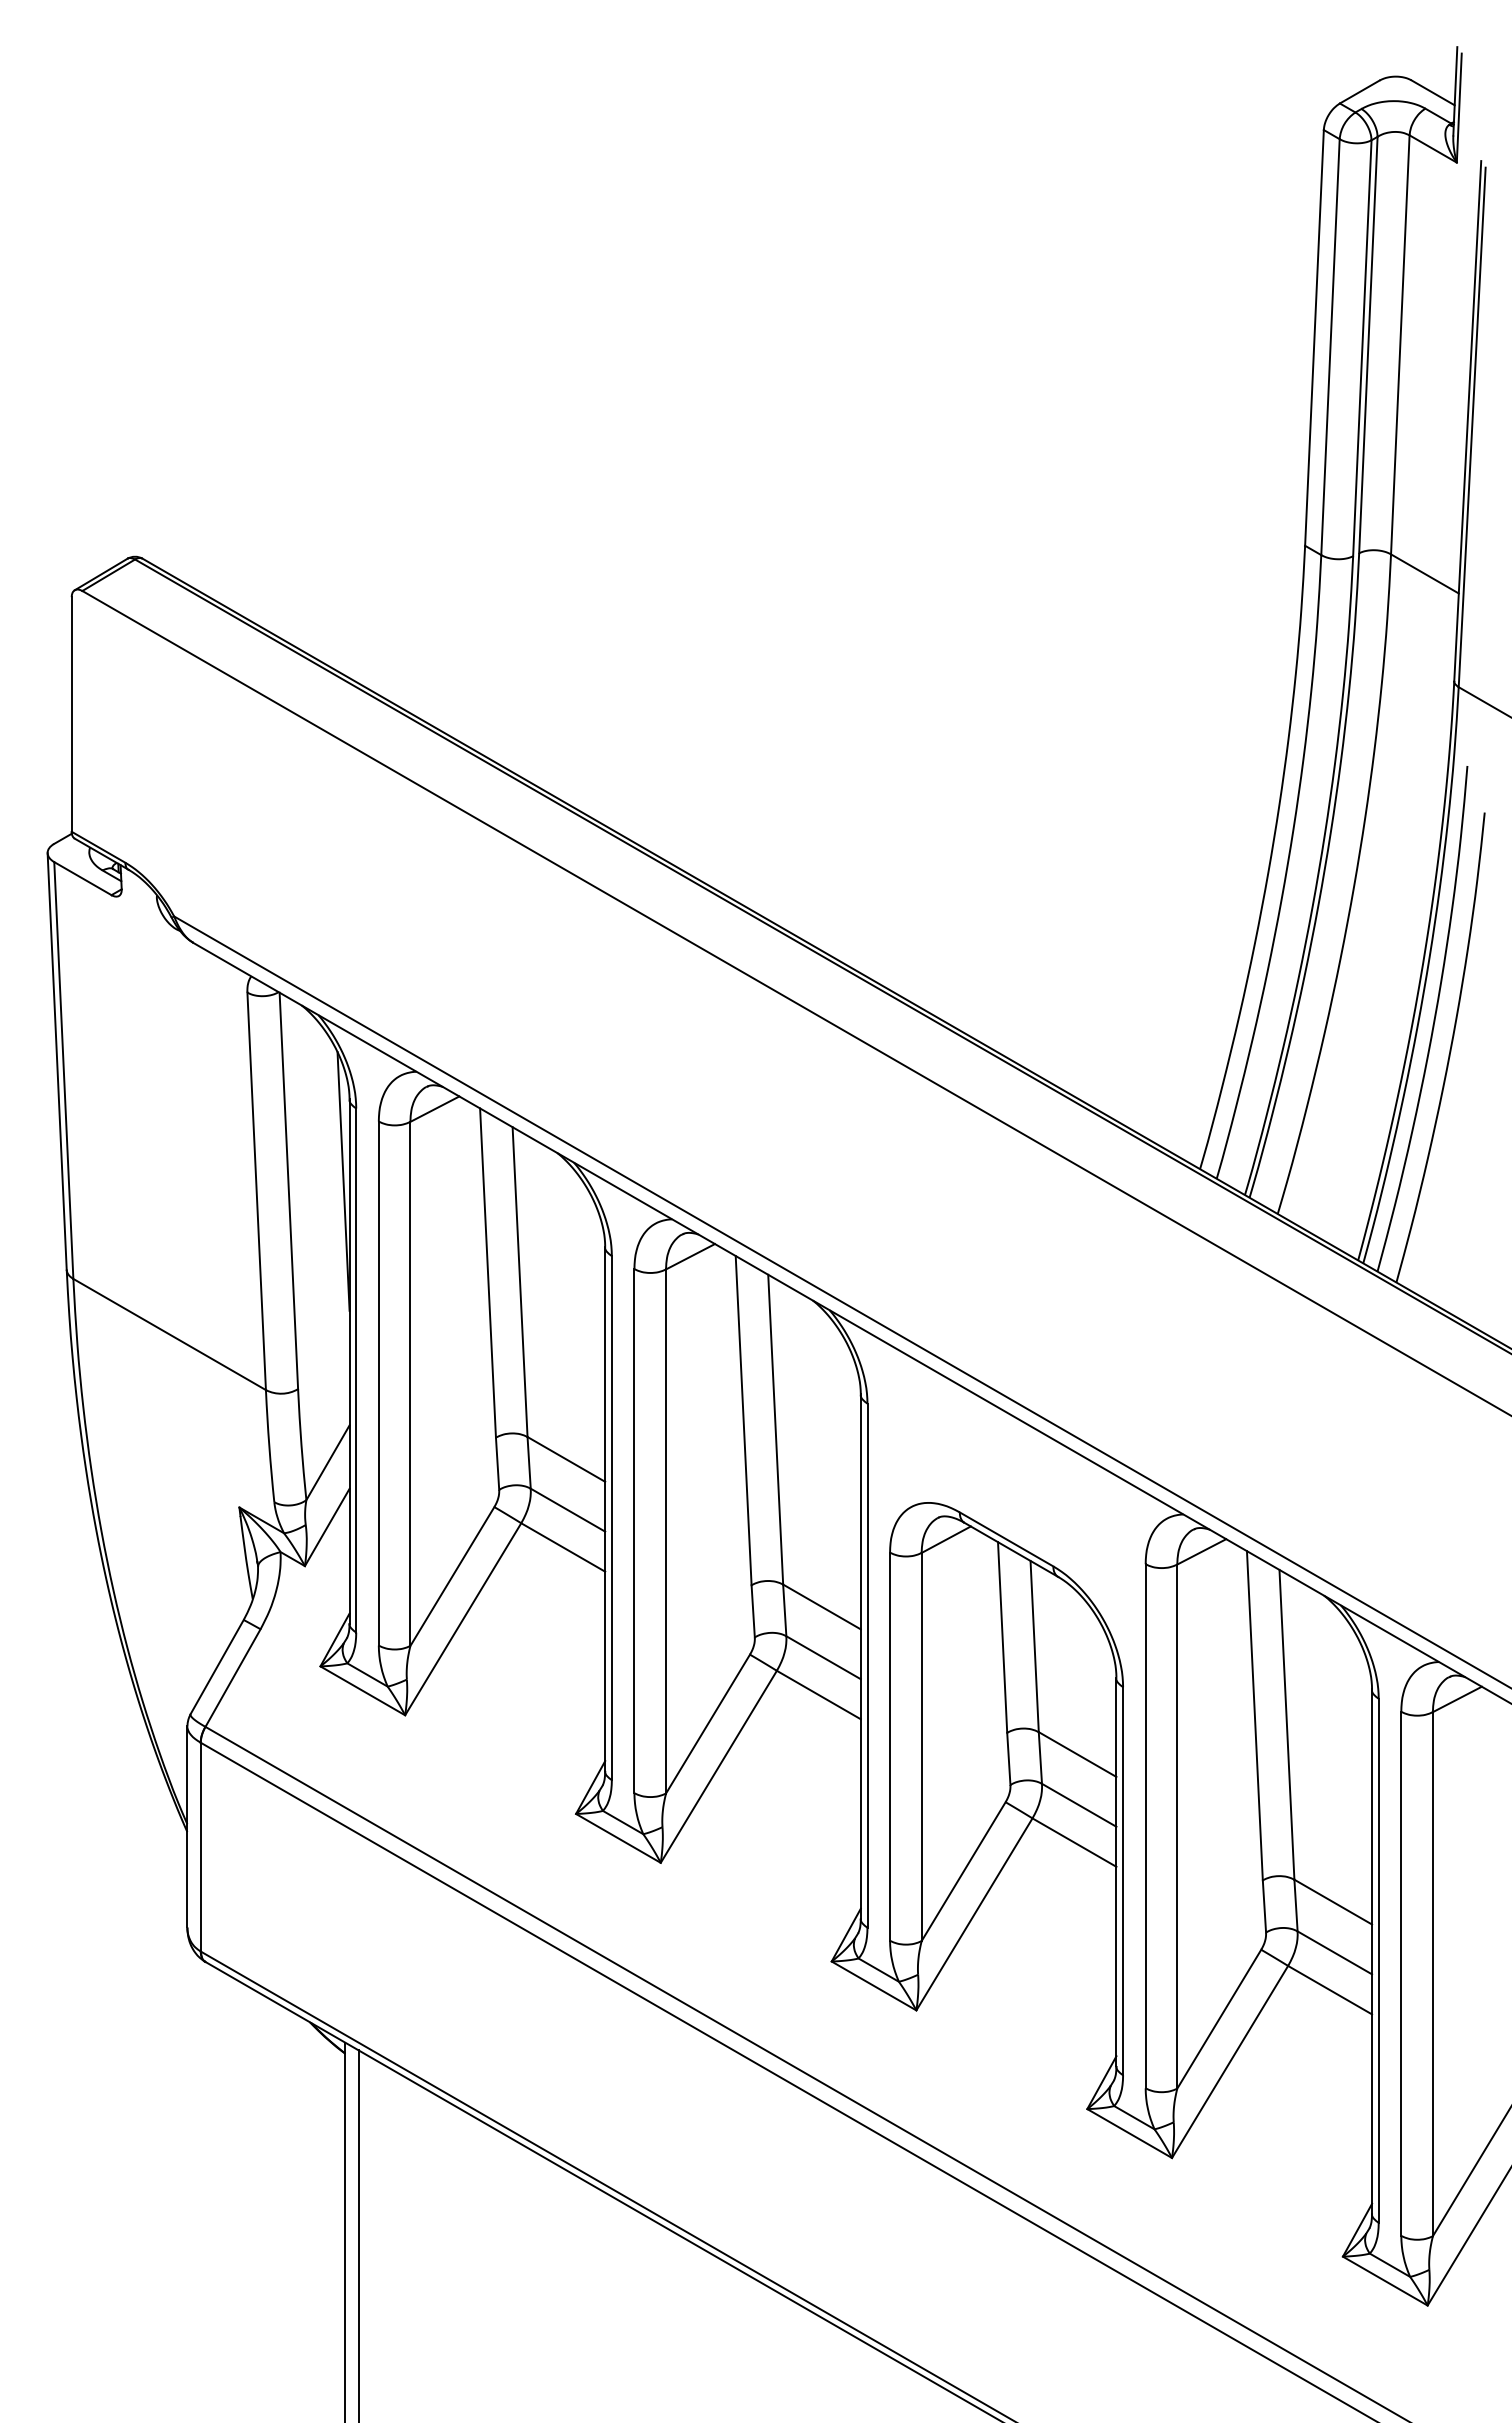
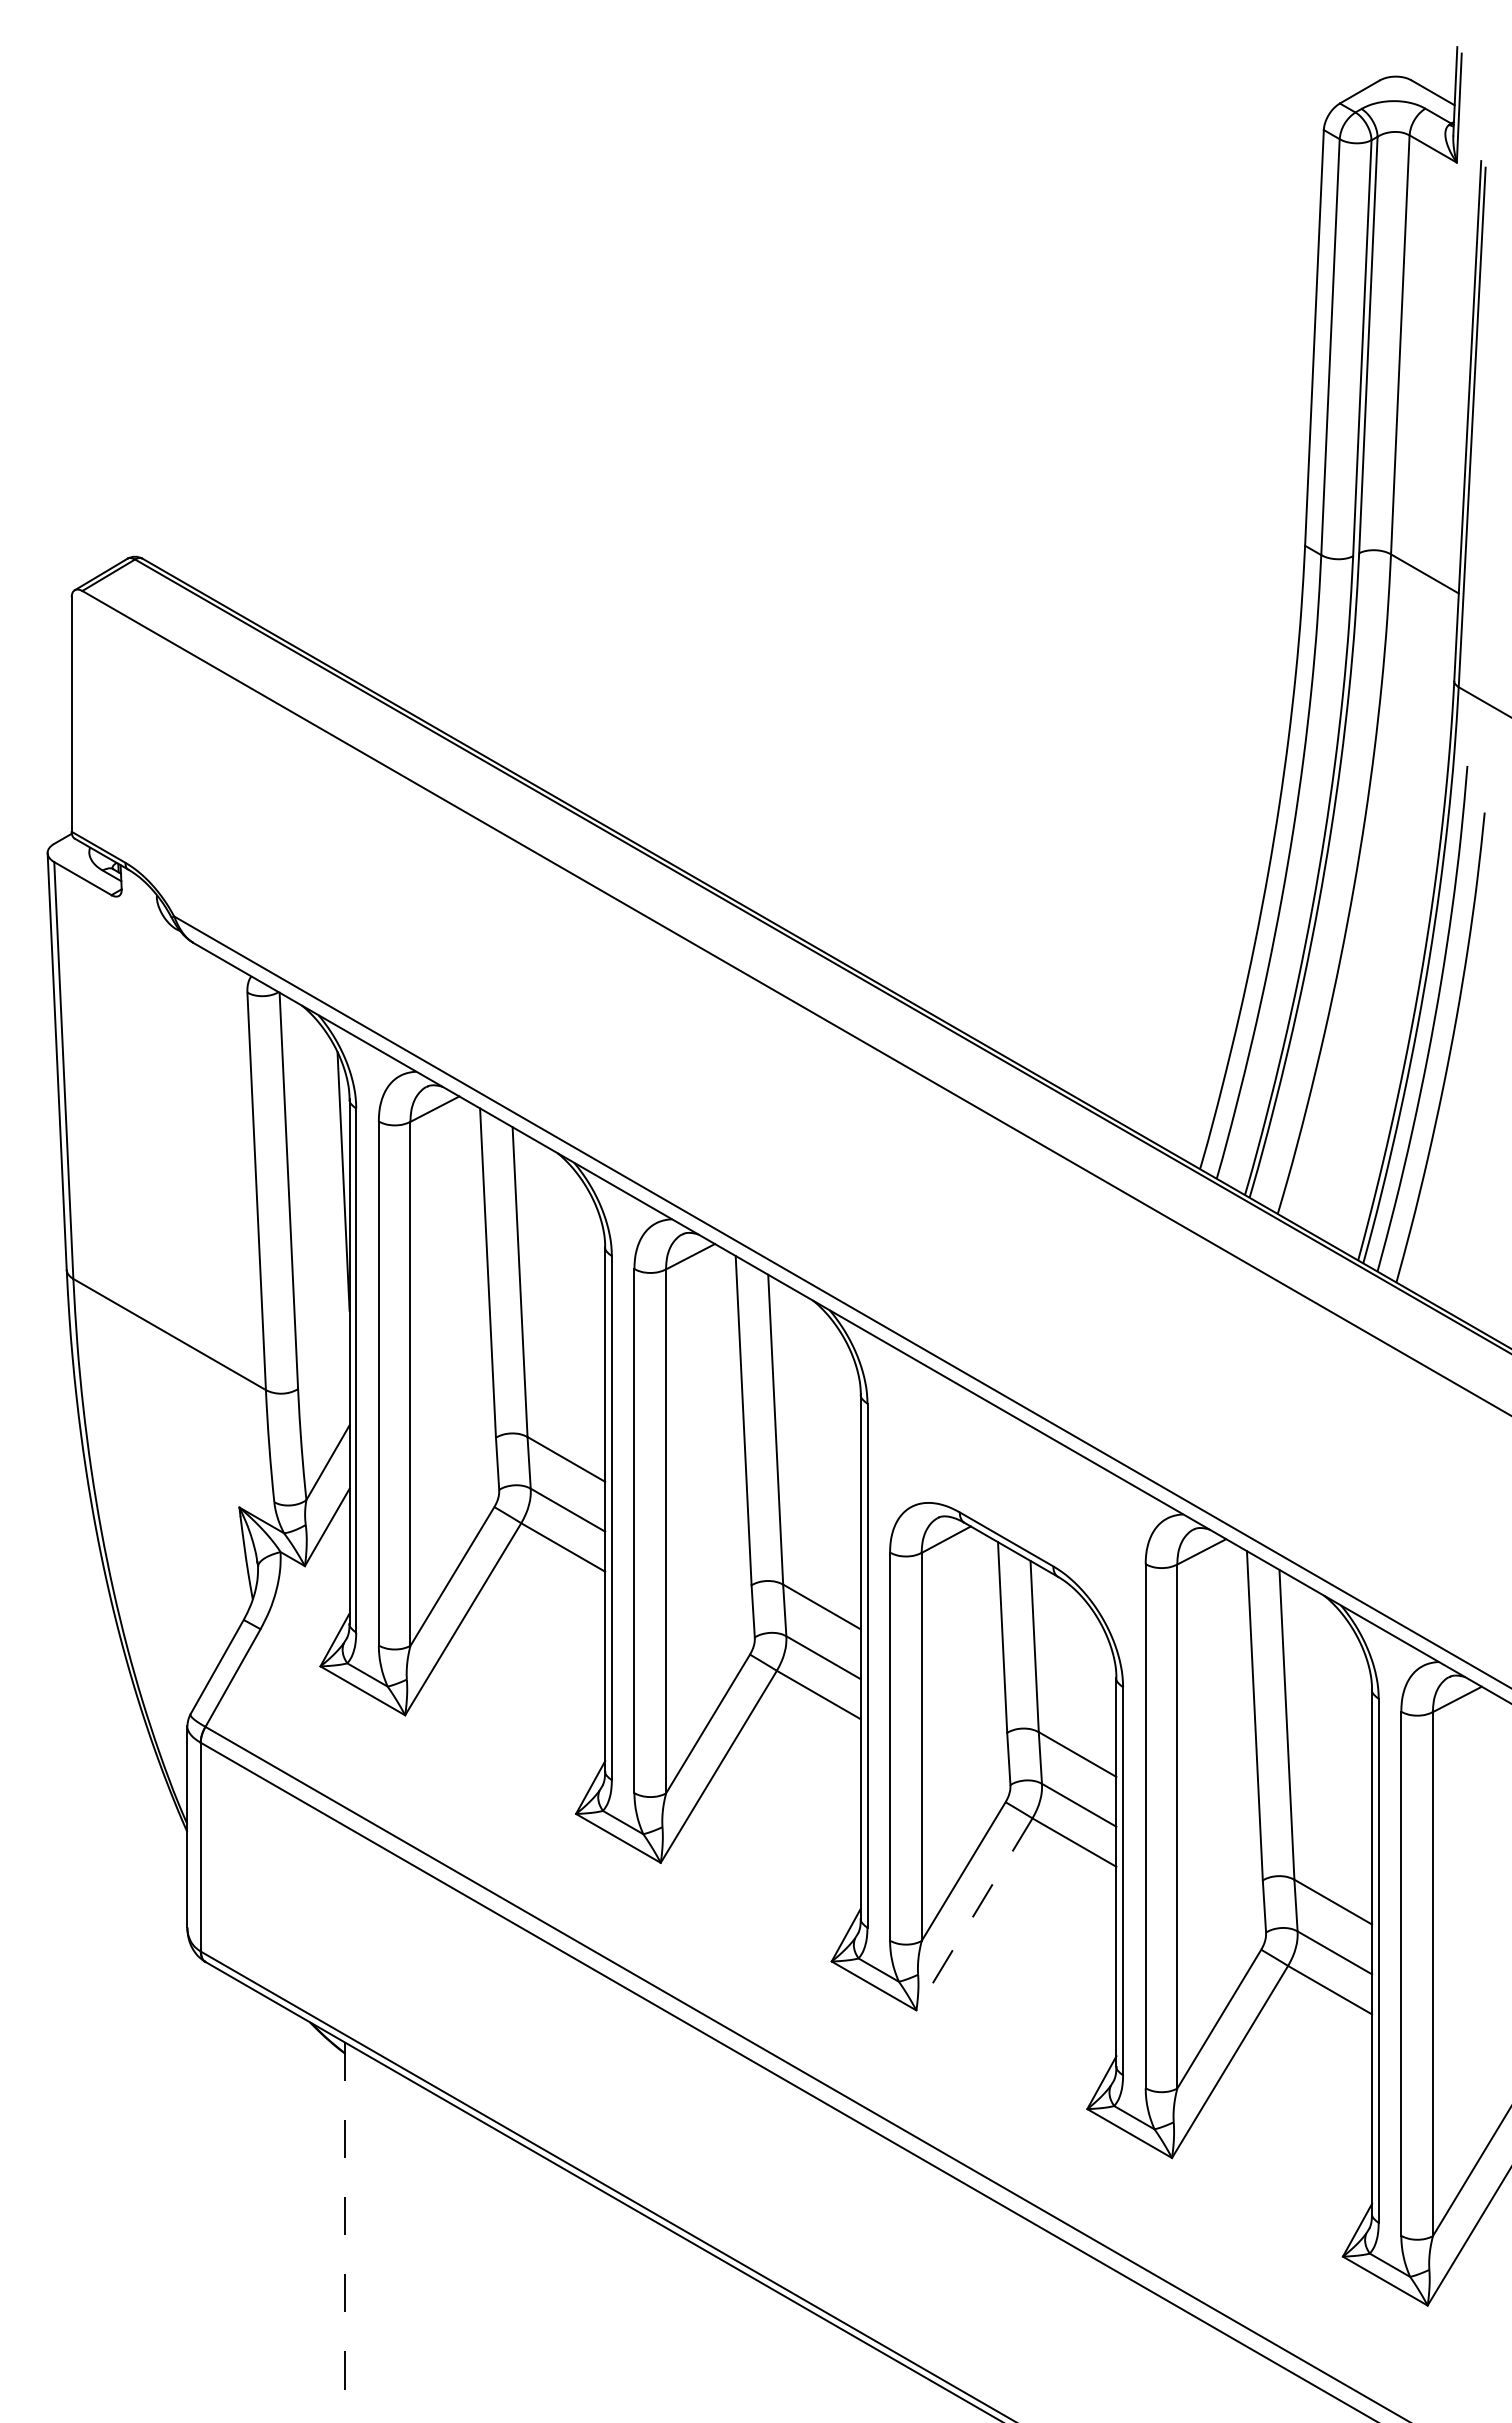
line at (974, 1914): solid -> dashed
line at (345, 2232): solid -> dashed
line at (358, 2234): present -> none
